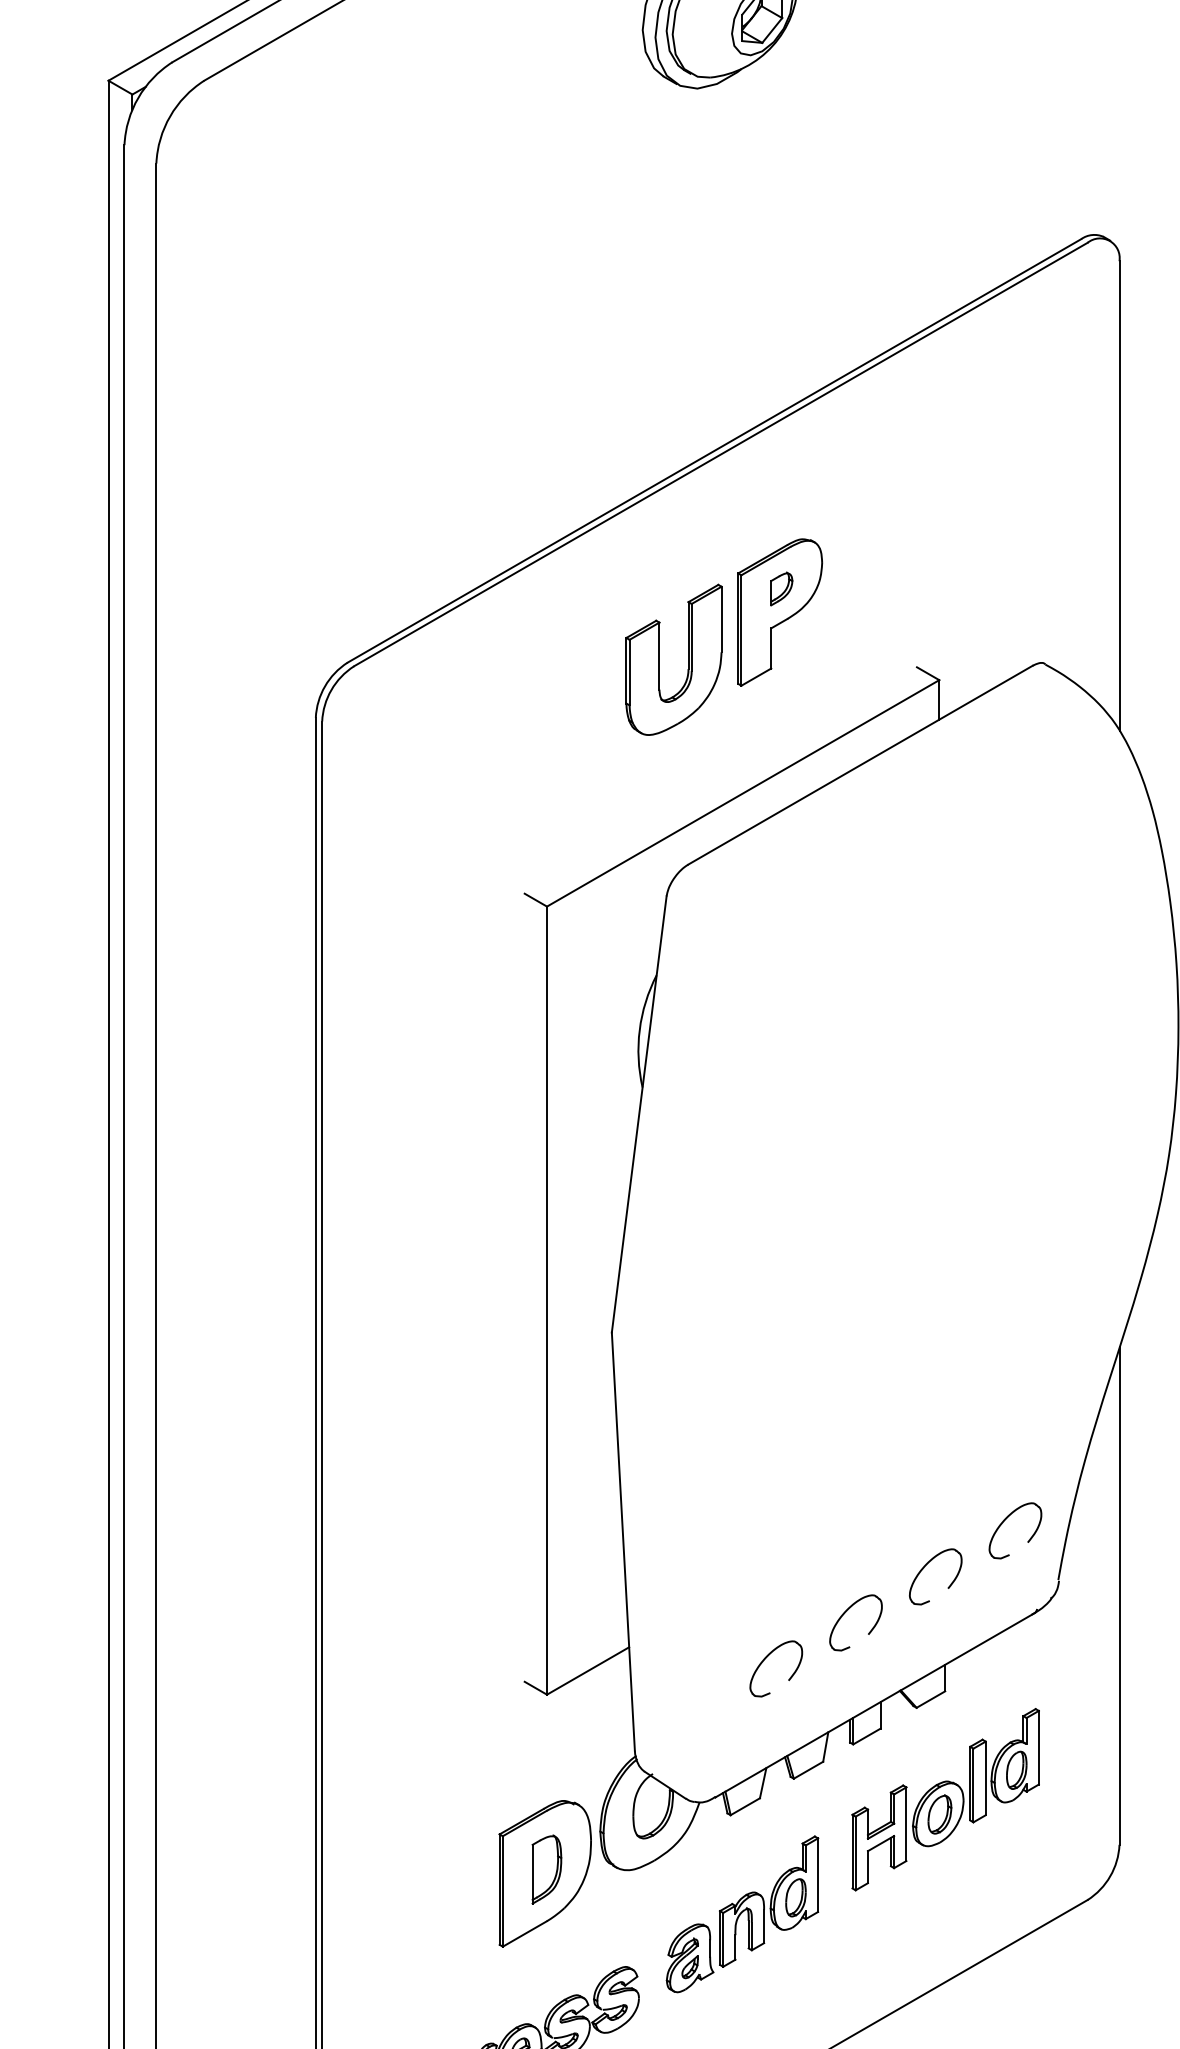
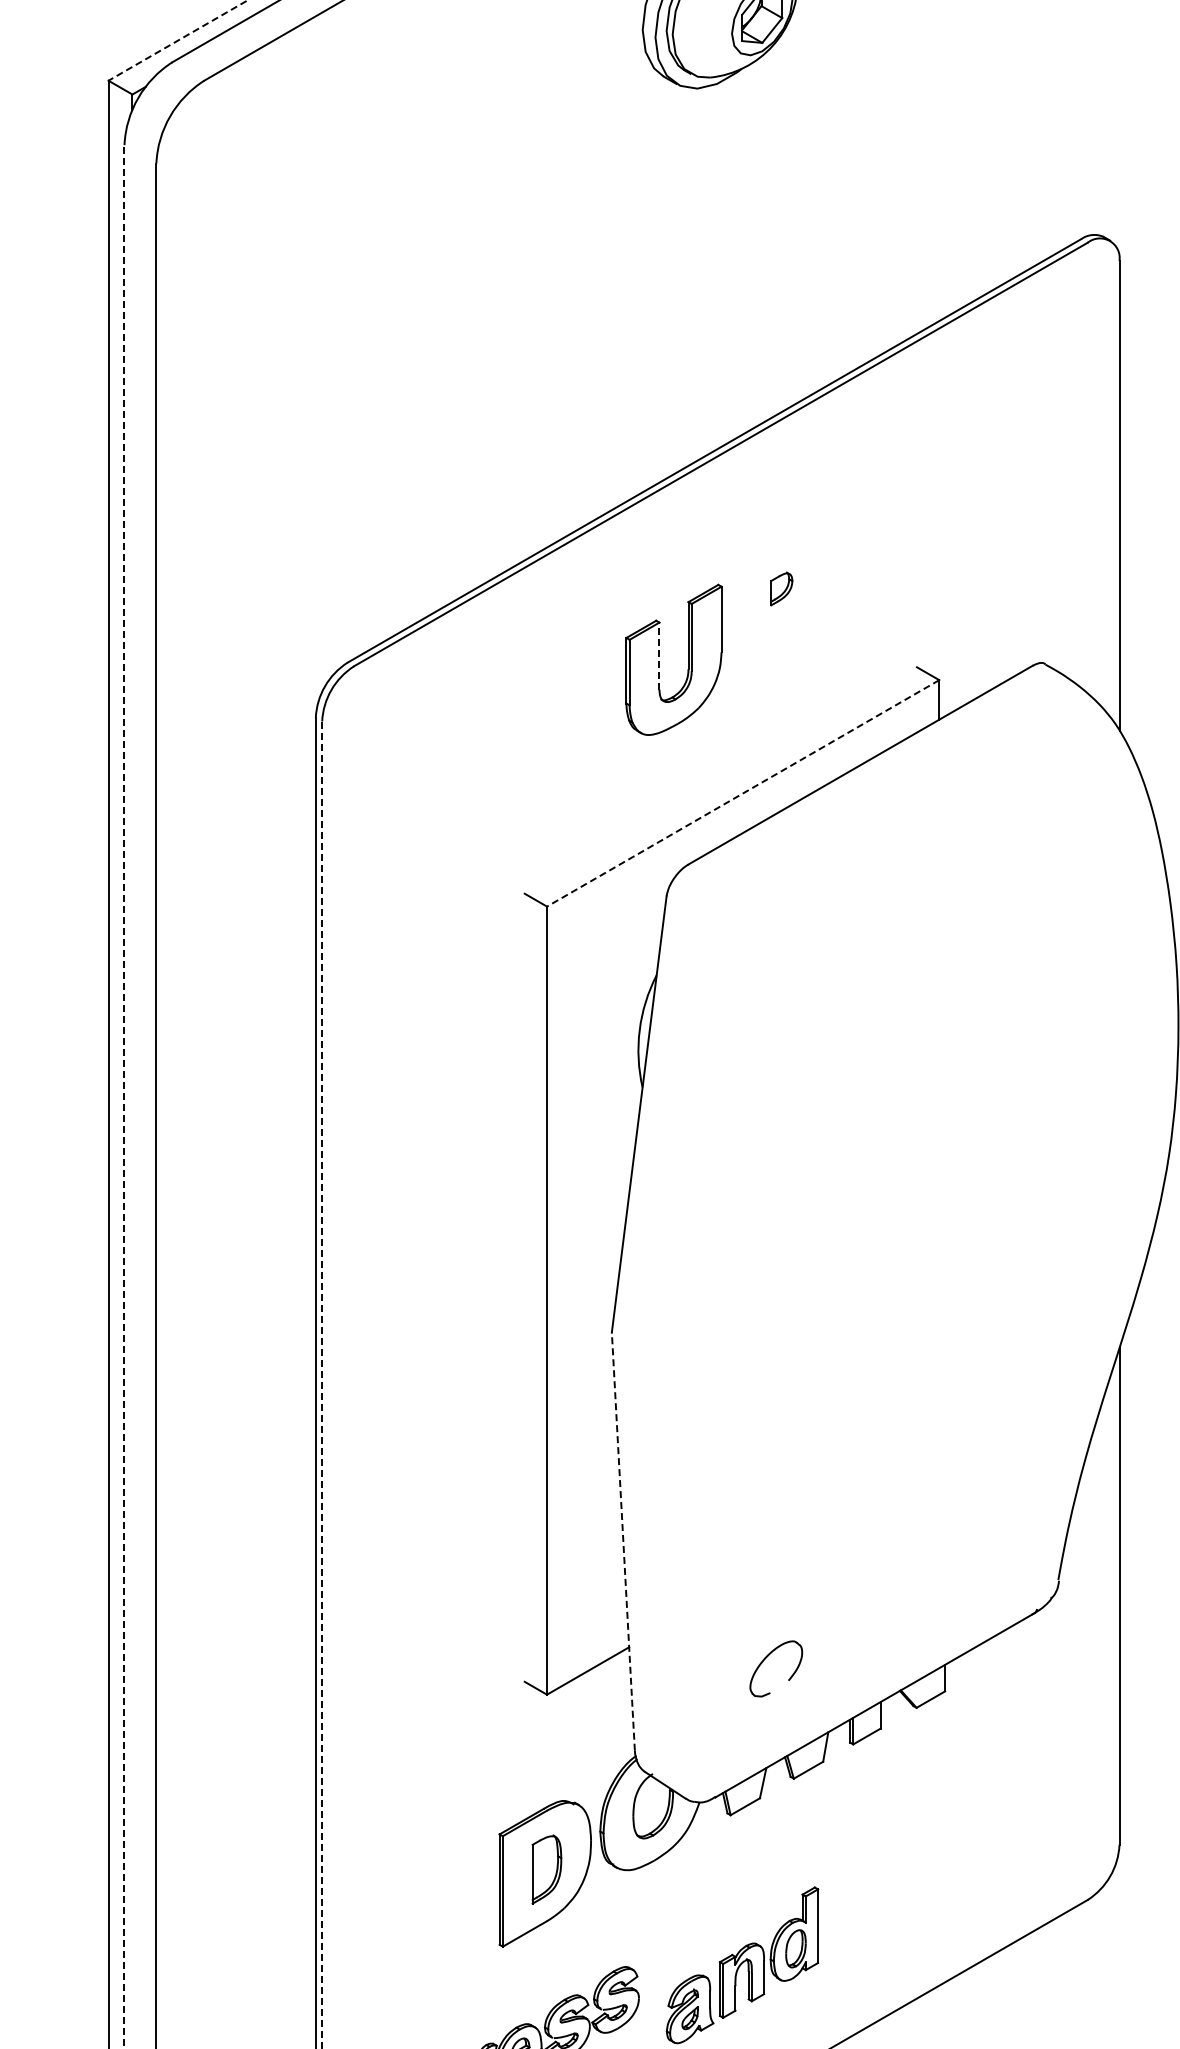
line at (177, 40): solid -> dashed
part at (780, 612): present -> none
line at (659, 656): solid -> dashed
line at (742, 793): solid -> dashed
line at (124, 1096): solid -> dashed
line at (322, 1385): solid -> dashed
part at (1005, 1520): present -> none
line at (623, 1541): solid -> dashed
part at (924, 1568): present -> none
part at (846, 1612): present -> none
part at (945, 1799): present -> none
part at (742, 1914) position: (742, 1914) -> (742, 1965)
